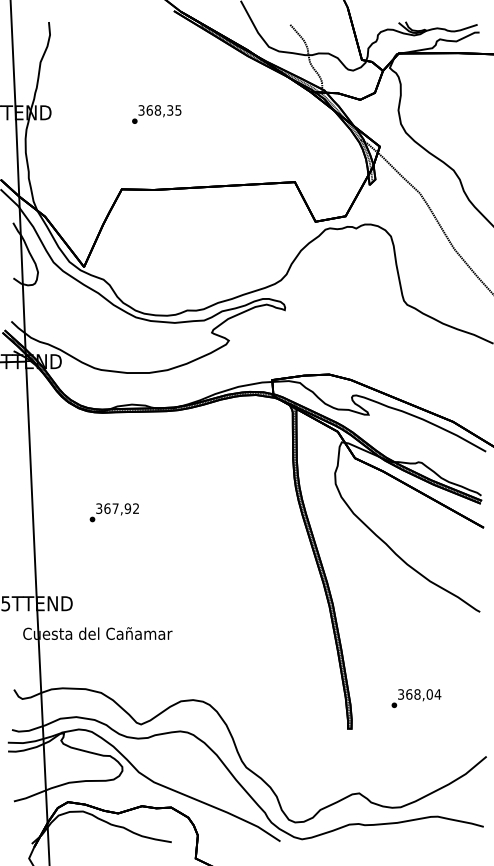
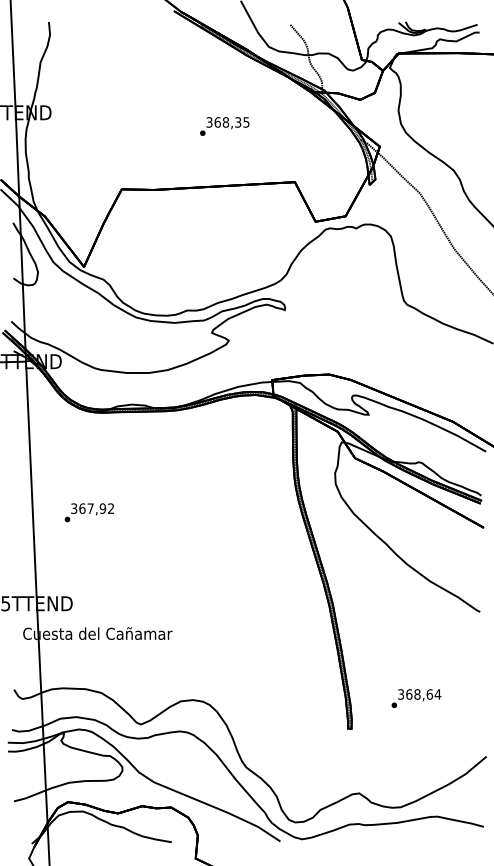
text at (156, 114) position: (156, 114) -> (224, 126)
text at (113, 512) position: (113, 512) -> (88, 512)
text at (429, 694): 368,04 -> 368,64
